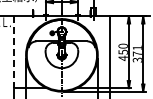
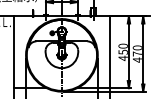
line at (14, 52): dashed -> solid
text at (136, 53): 371 -> 470
